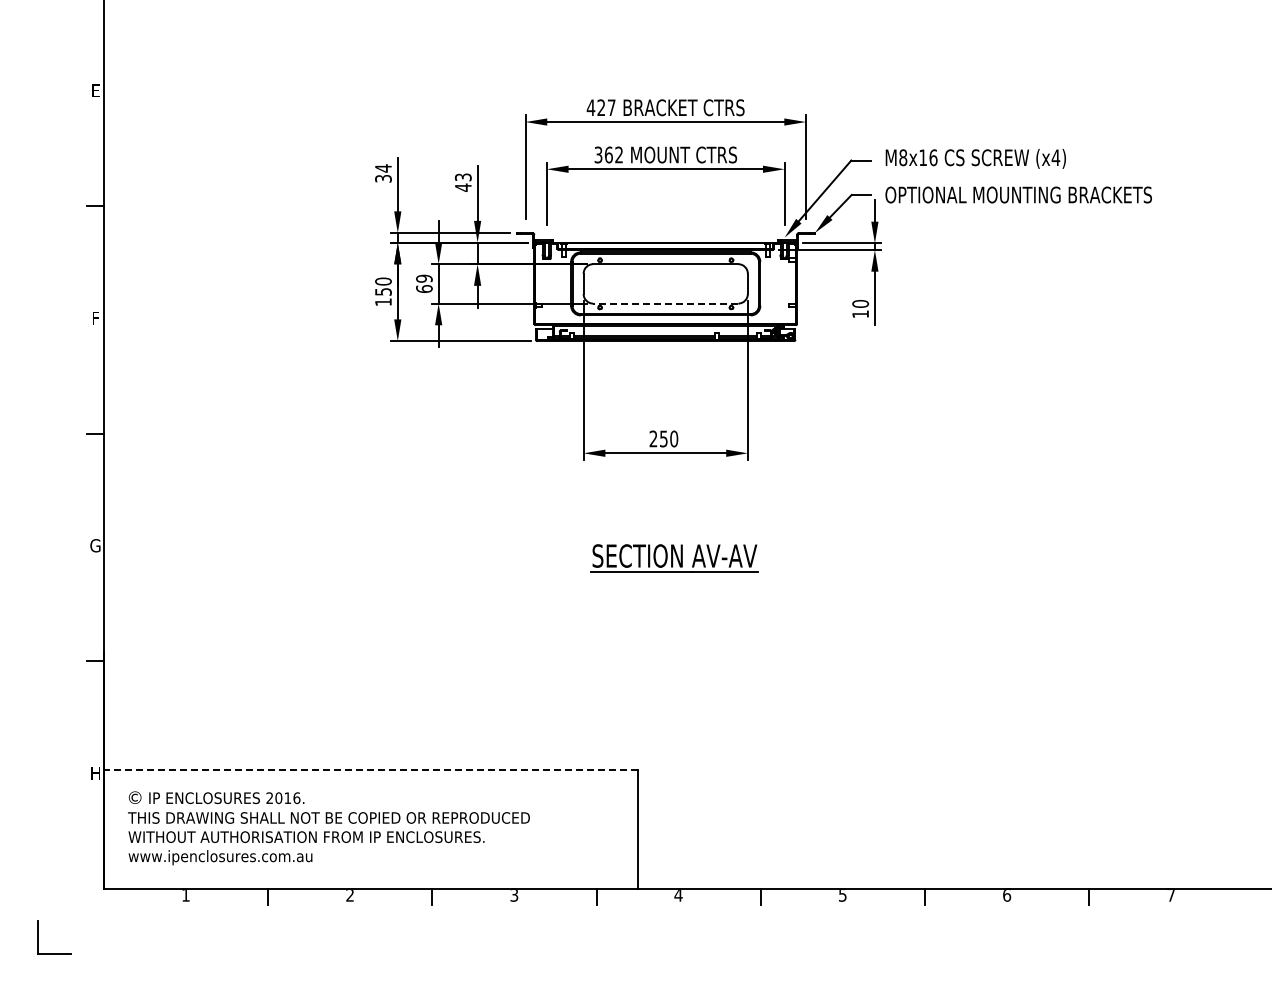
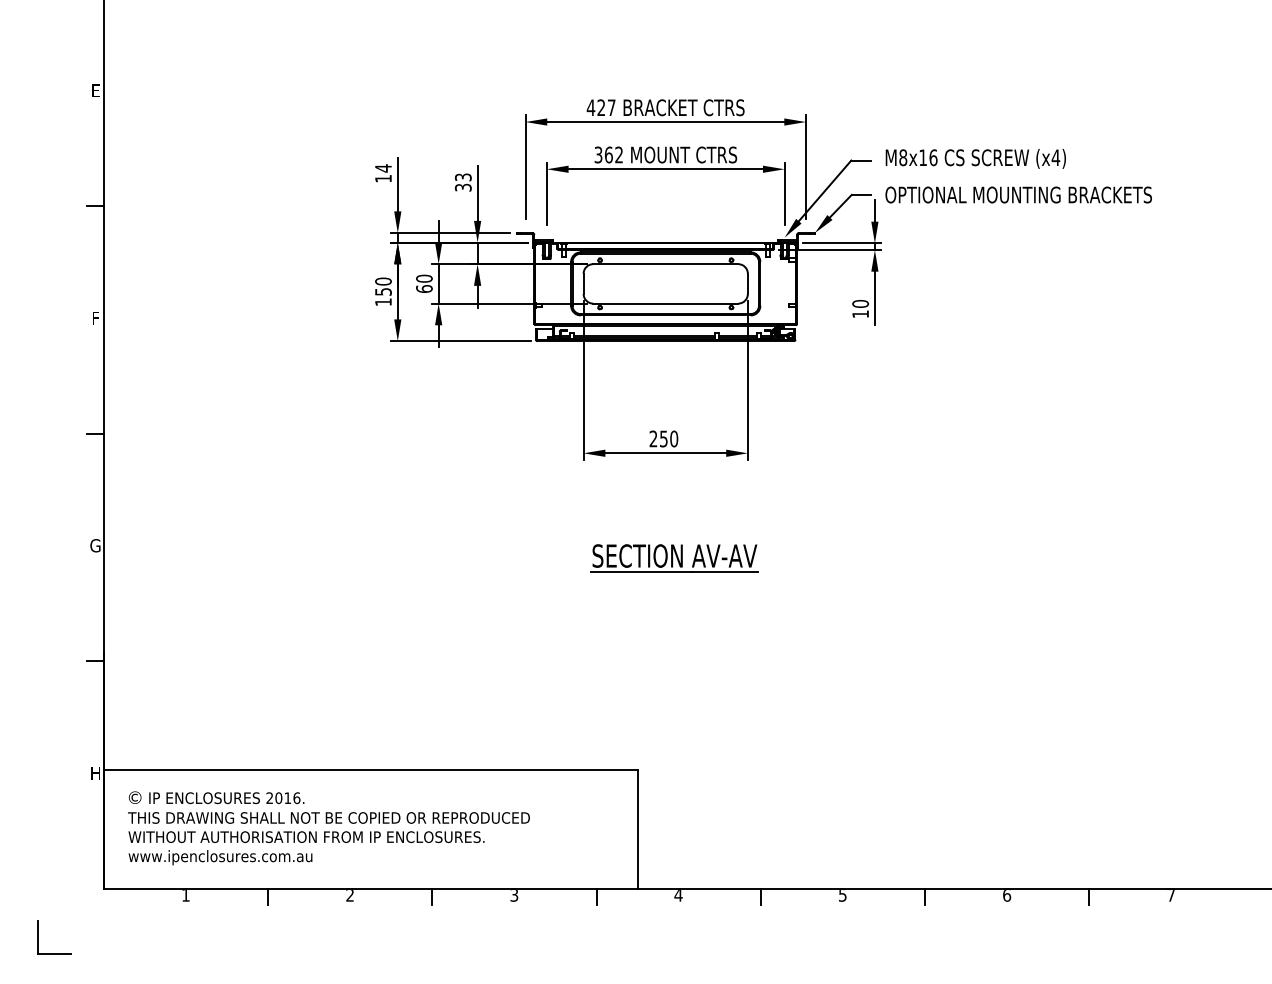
text at (383, 178): 34 -> 14
text at (462, 187): 43 -> 33
text at (424, 278): 69 -> 60
line at (665, 303): dashed -> solid
line at (370, 770): dashed -> solid
